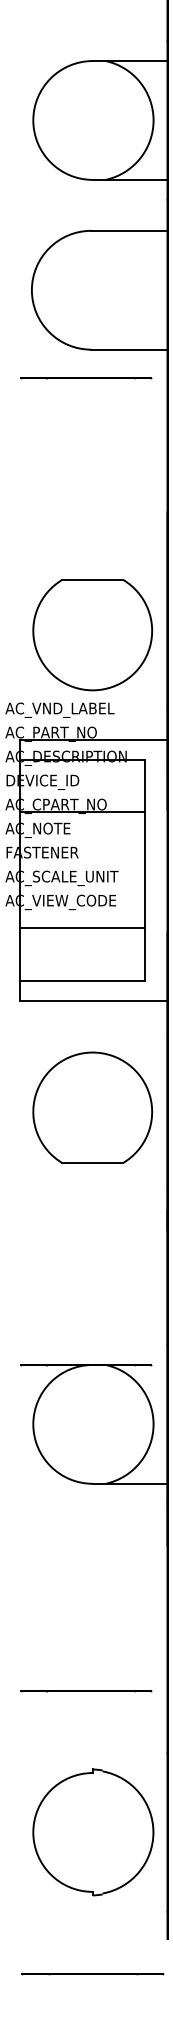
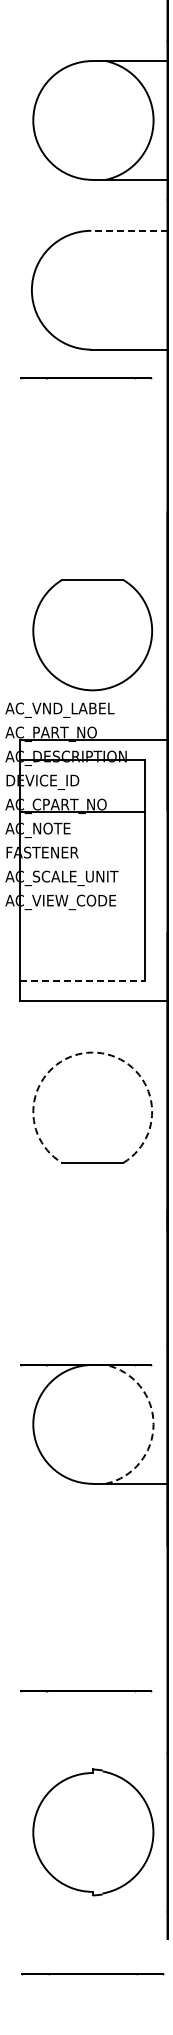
line at (129, 230): solid -> dashed
line at (82, 928): present -> none
line at (83, 980): solid -> dashed
arc at (92, 1052): solid -> dashed
arc at (153, 1424): solid -> dashed
